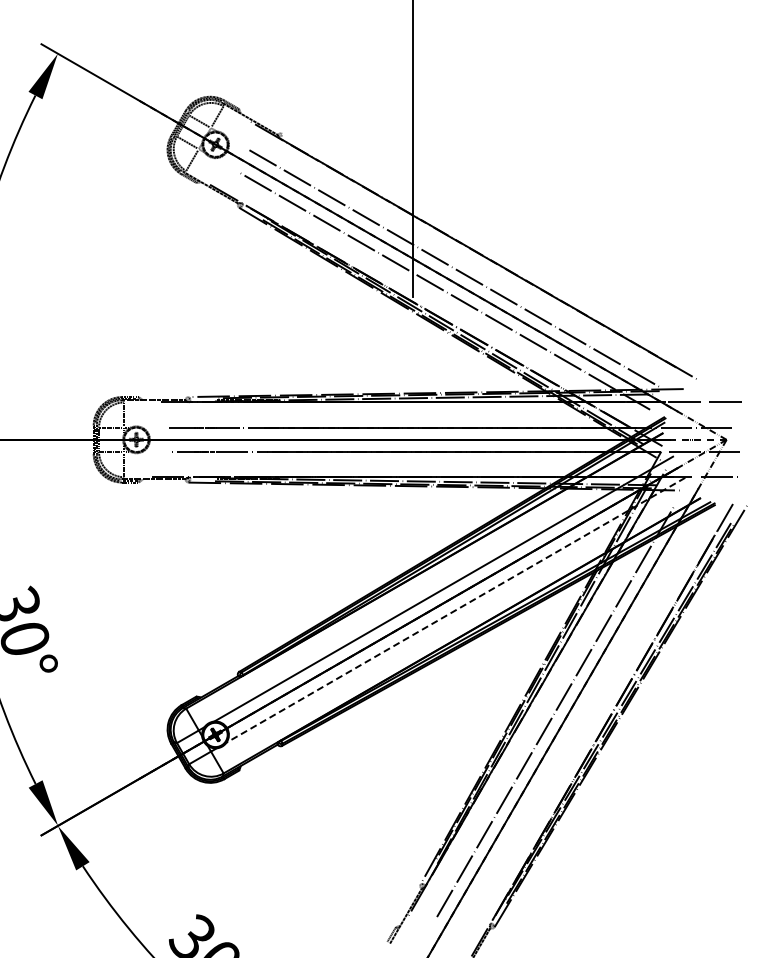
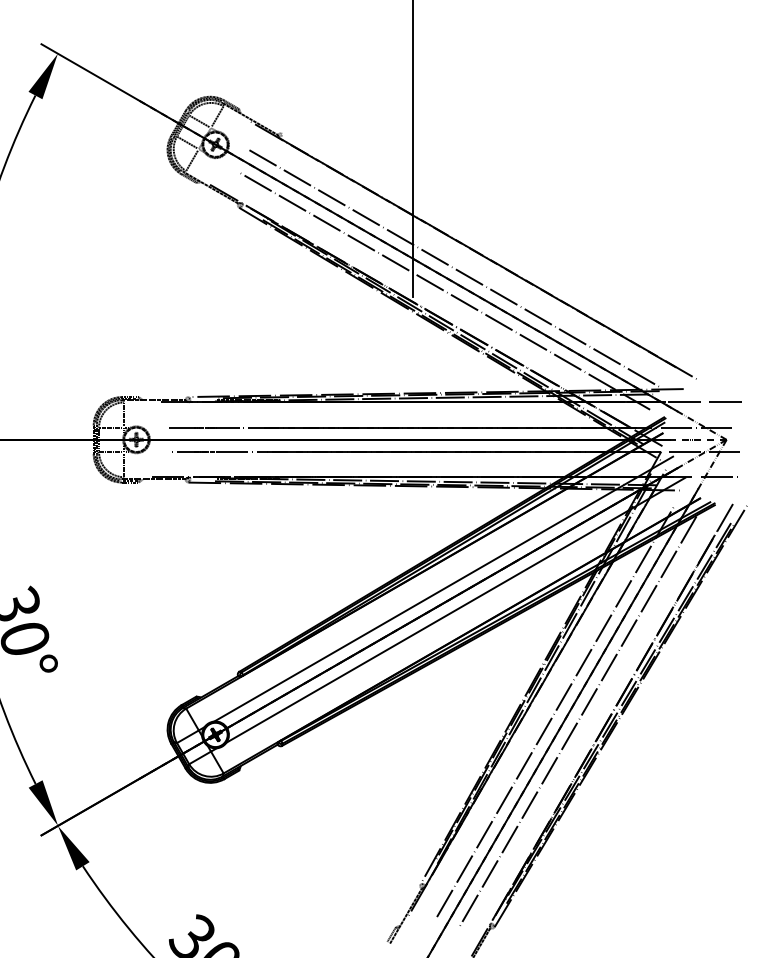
line at (455, 610): dashed -> solid
line at (577, 722): none -> present
